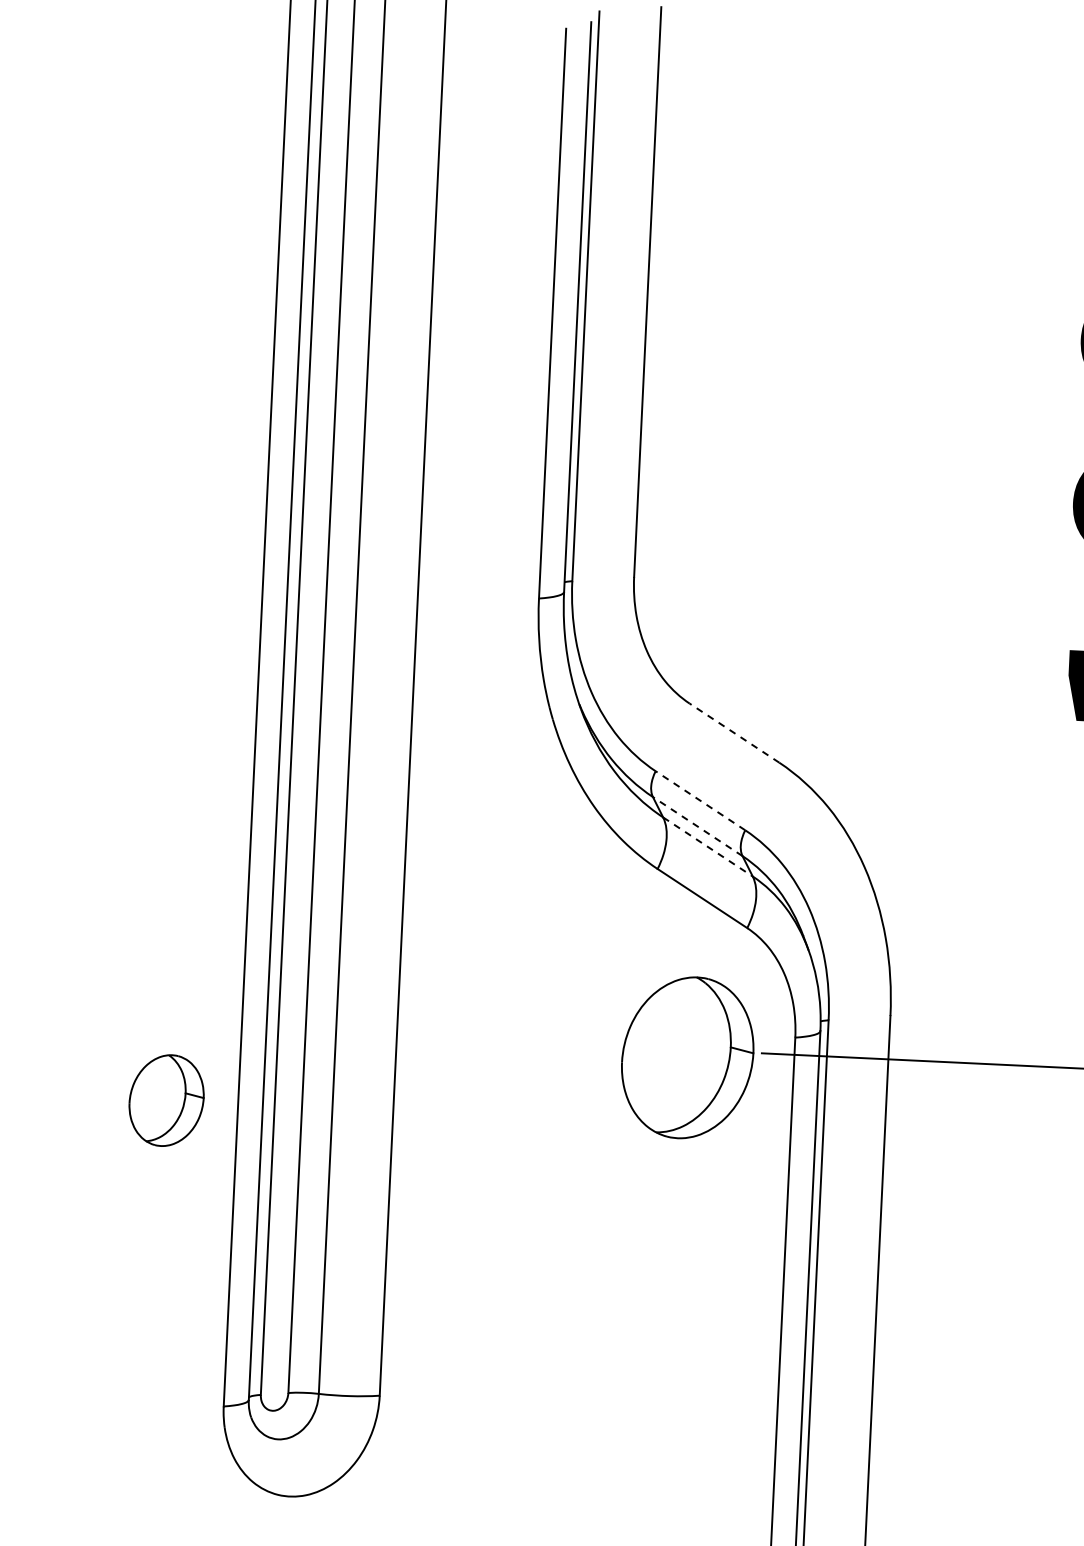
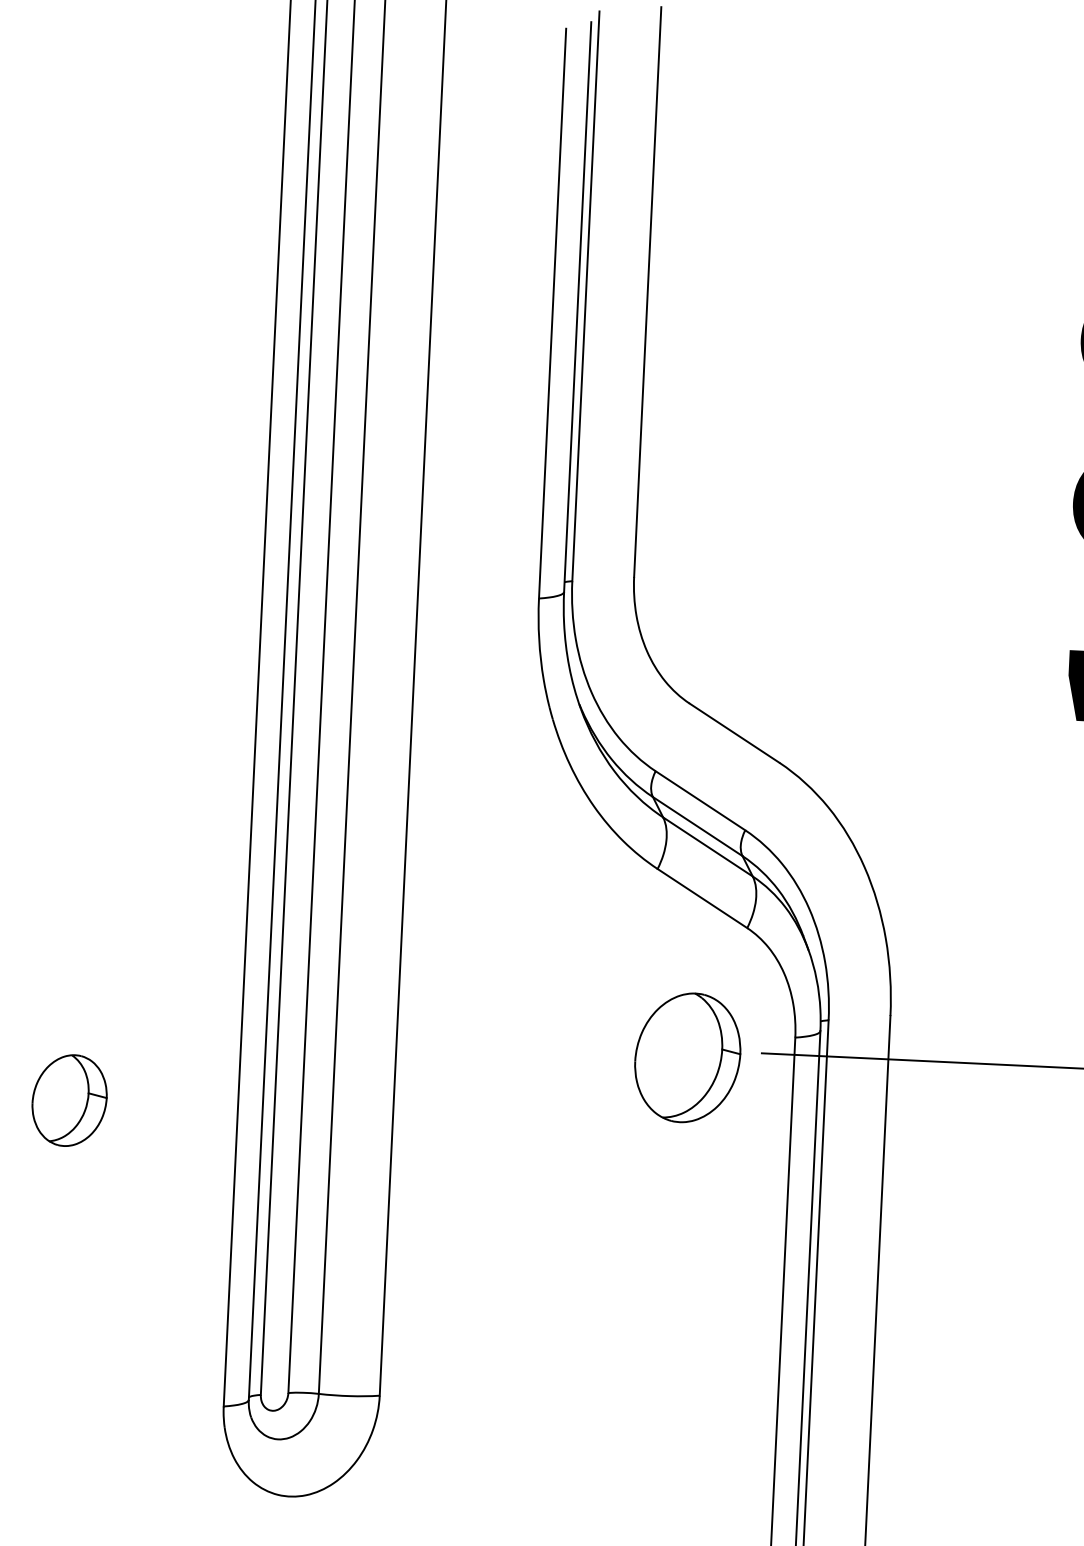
line at (734, 733): dashed -> solid
line at (700, 800): dashed -> solid
line at (697, 826): dashed -> solid
line at (707, 846): dashed -> solid
part at (687, 1057) size: 134x164 px -> 108x132 px
part at (166, 1100) position: (166, 1100) -> (69, 1100)
